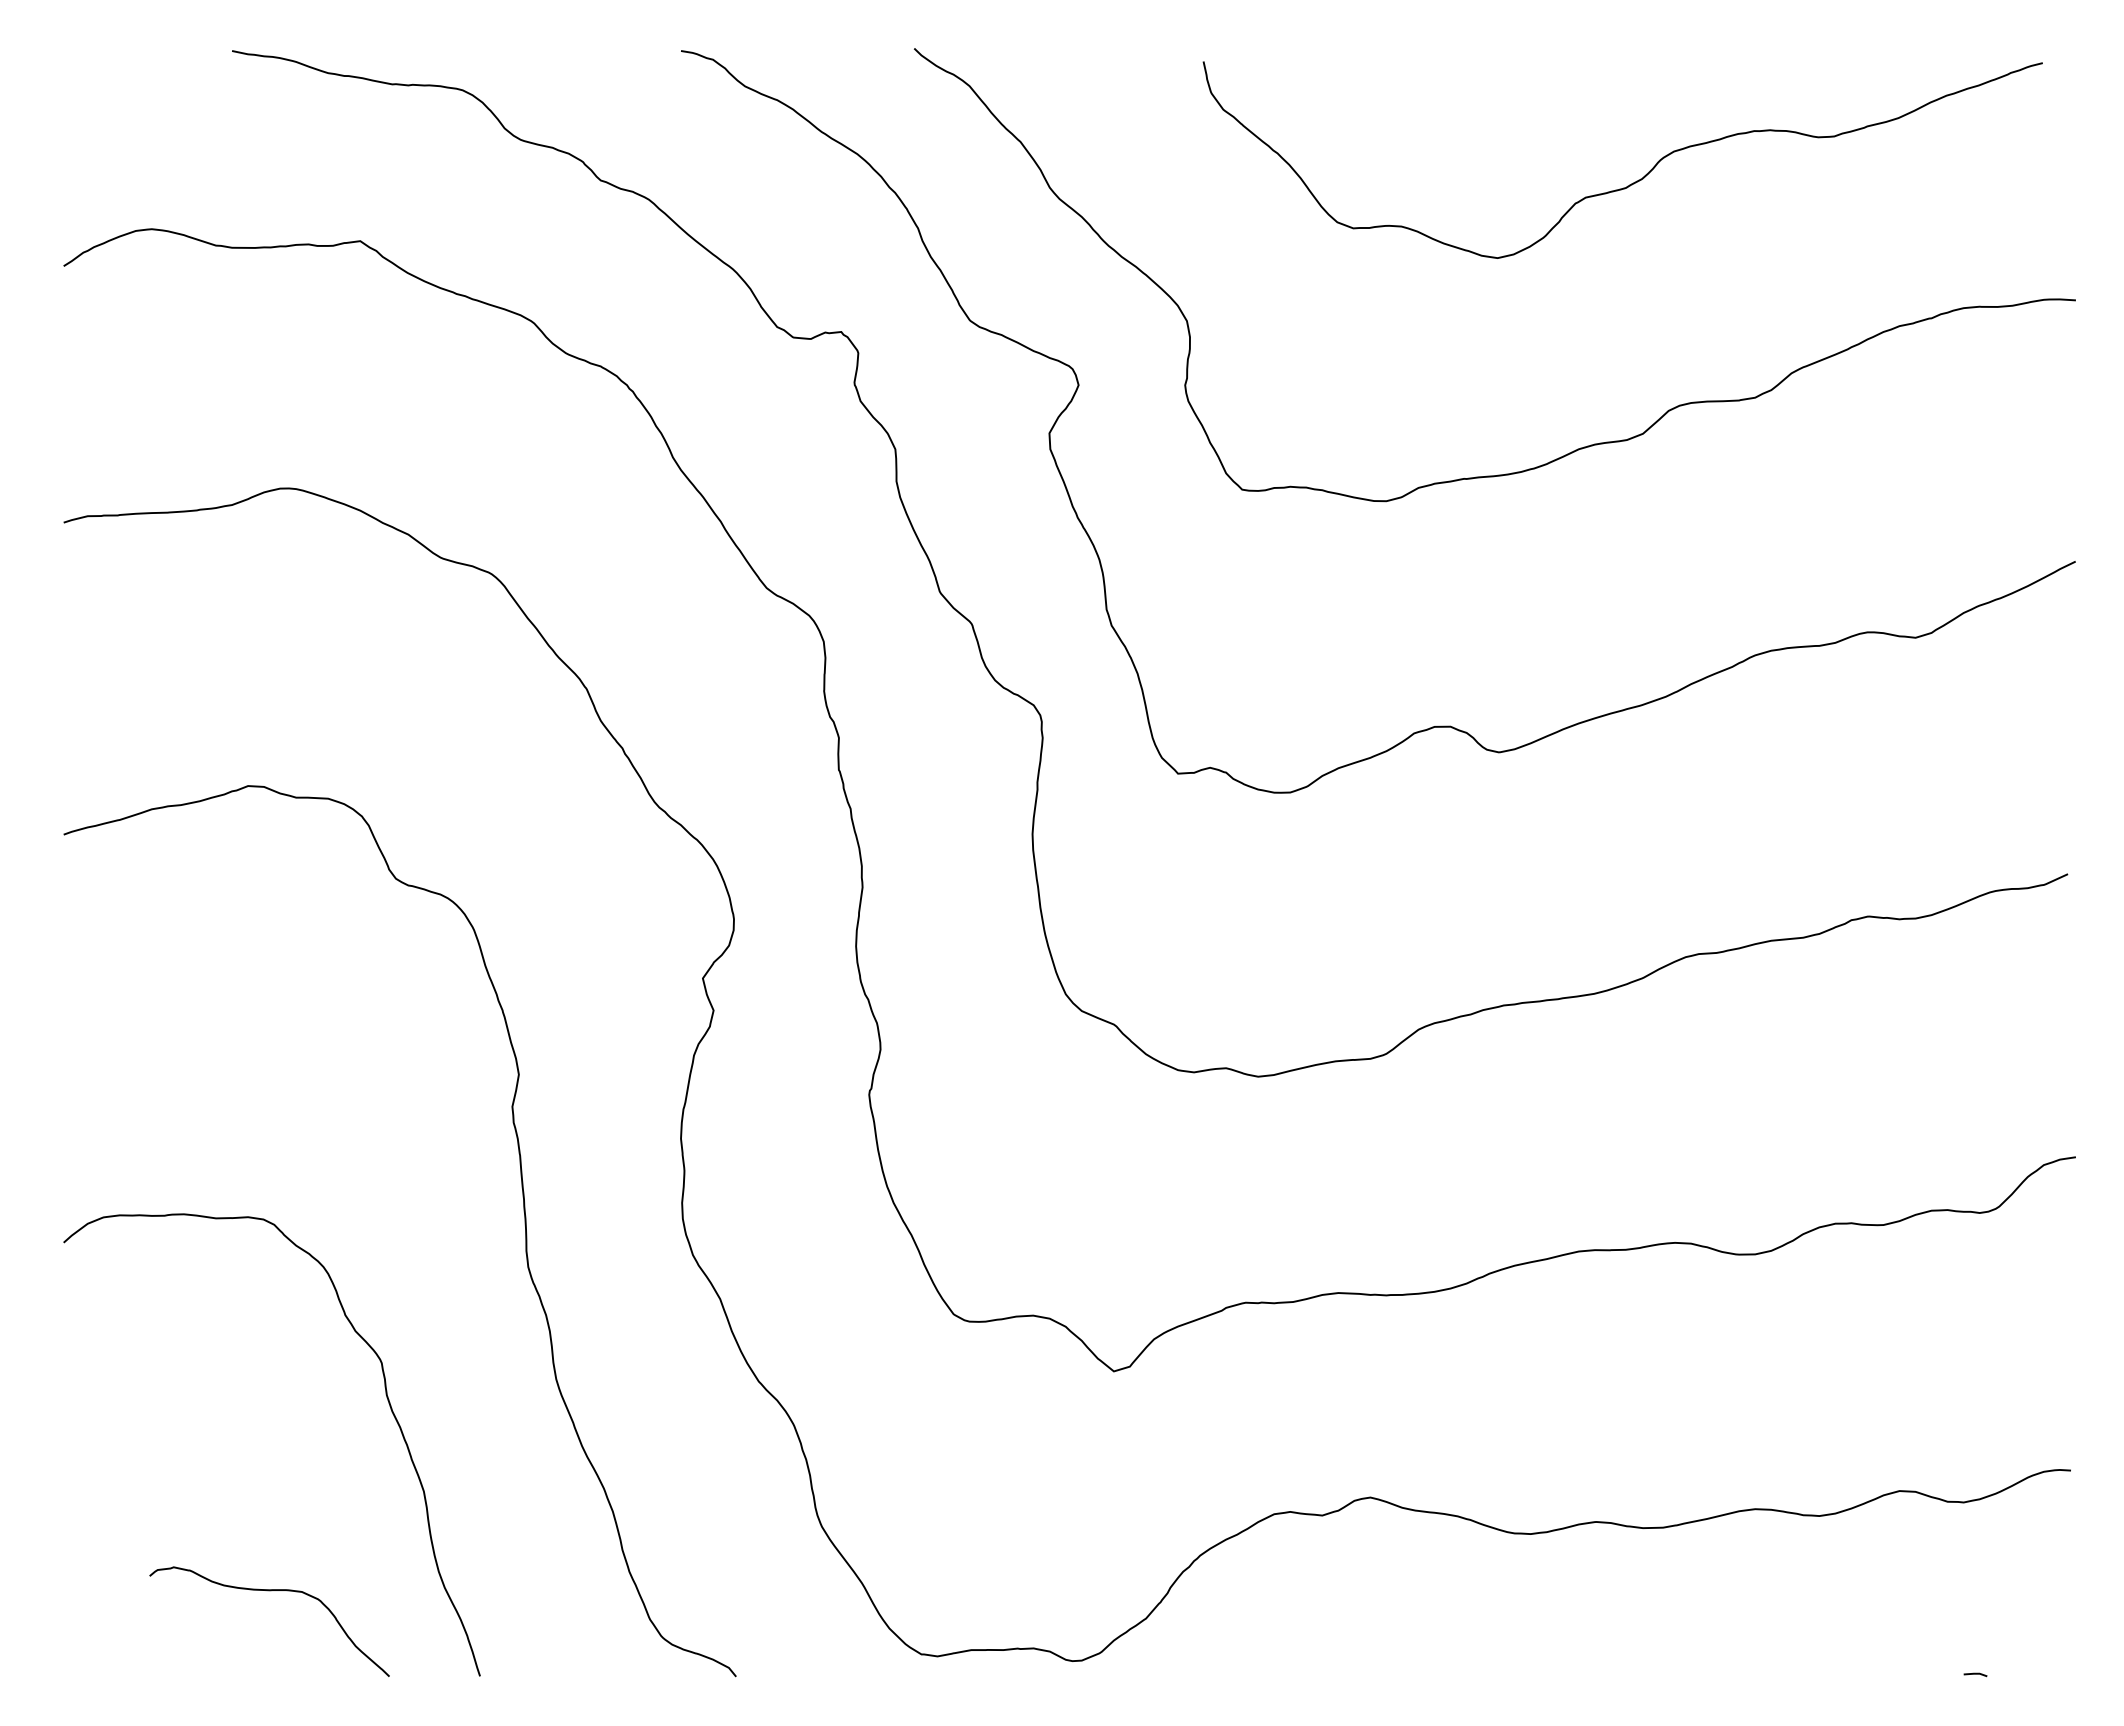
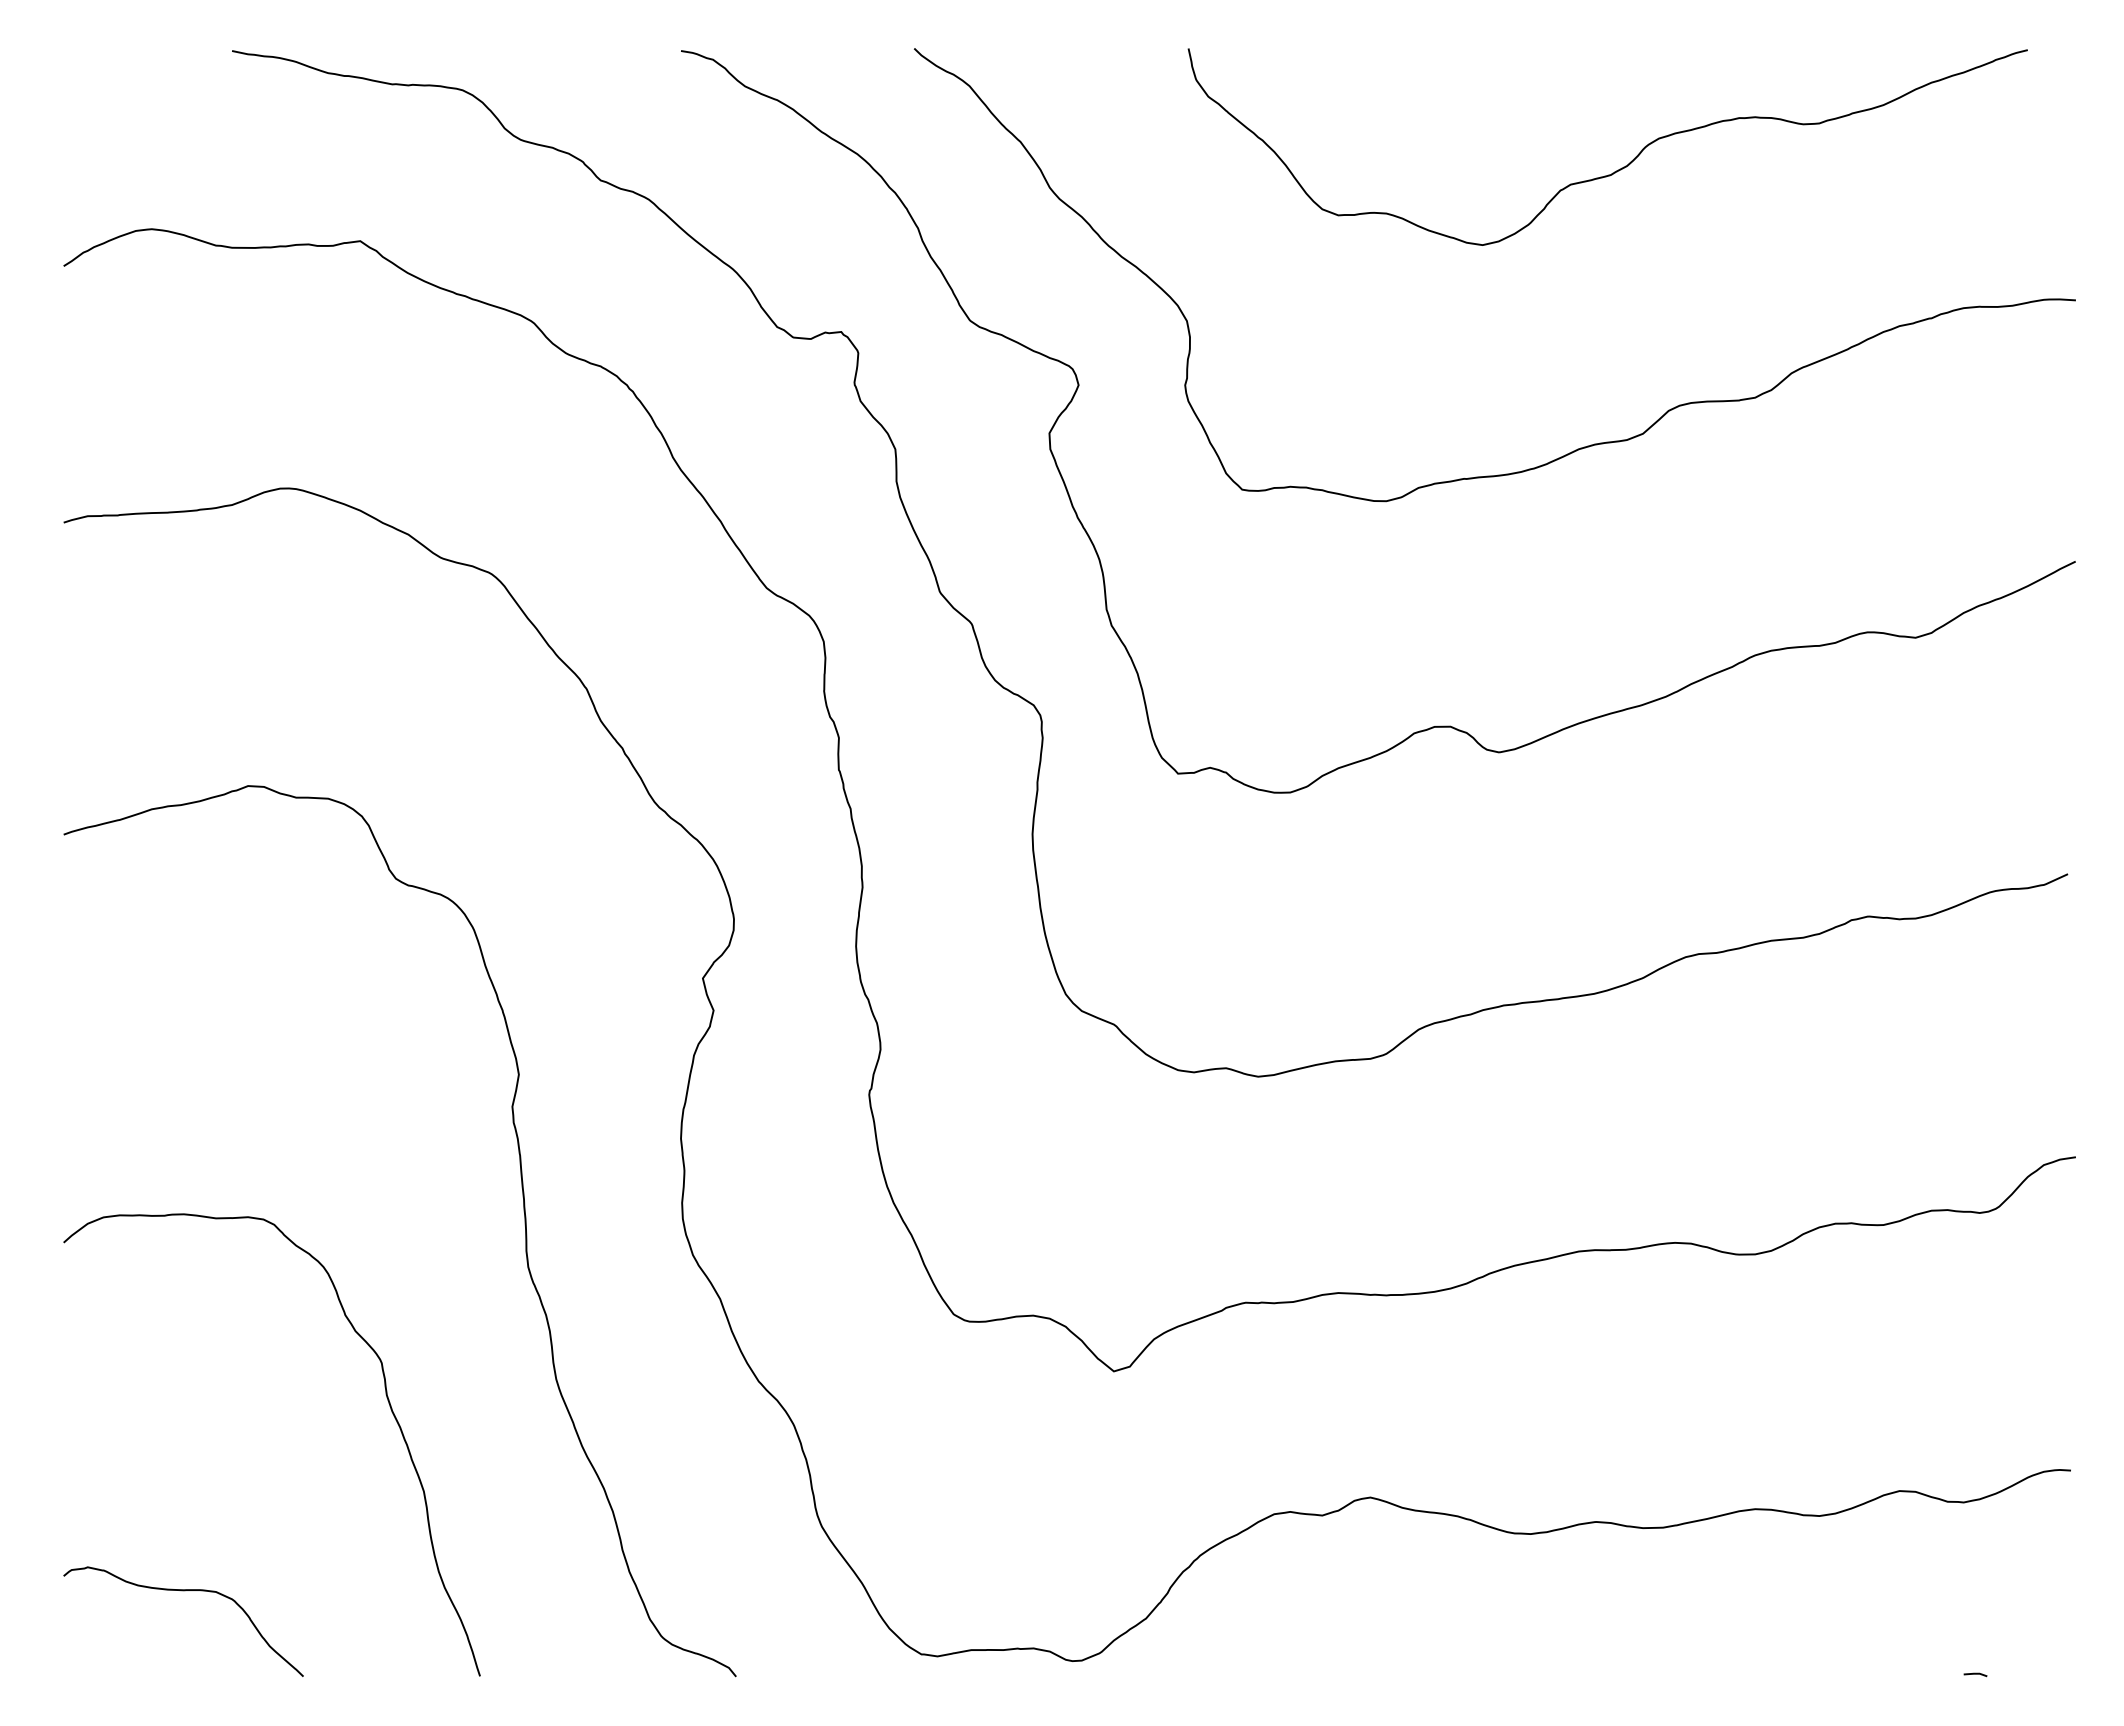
curve at (1636, 180) position: (1636, 180) -> (1621, 167)
curve at (269, 1591) position: (269, 1591) -> (183, 1591)
